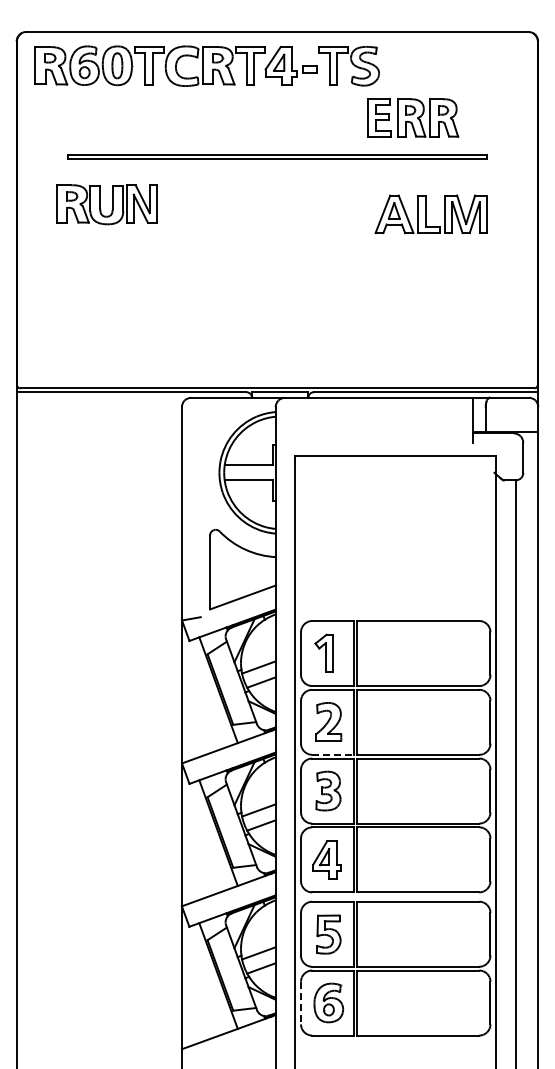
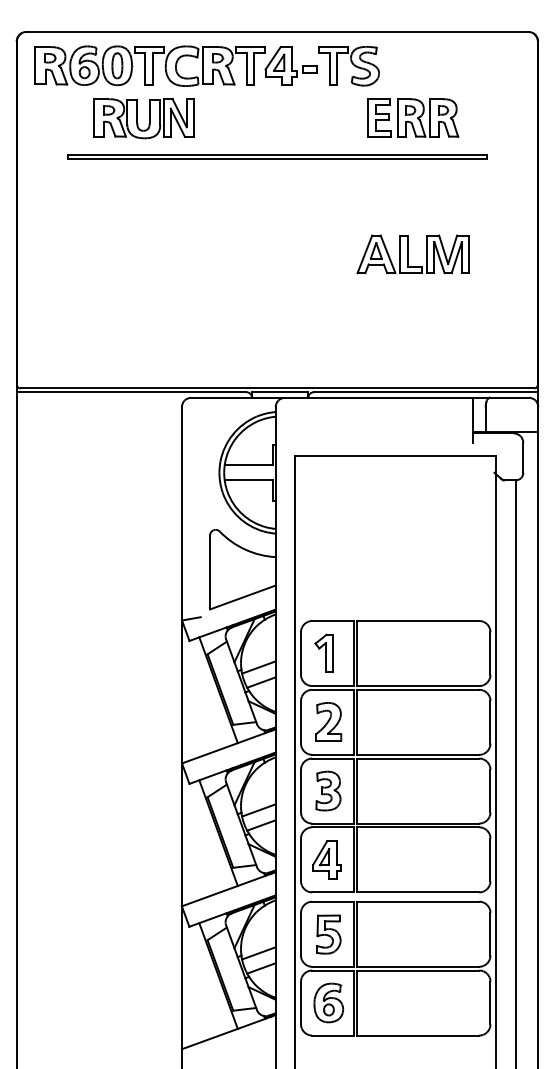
part at (106, 204) position: (106, 204) -> (143, 118)
part at (430, 214) position: (430, 214) -> (412, 254)
line at (332, 754): dashed -> solid
line at (301, 1003): dashed -> solid
